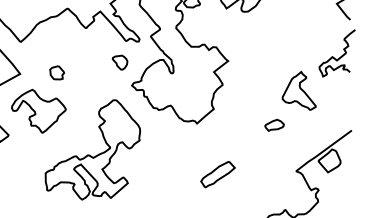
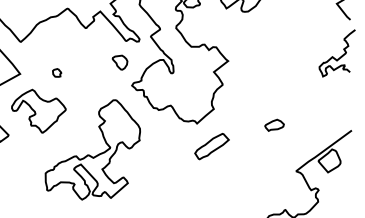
part at (56, 72) size: 16x16 px -> 11x10 px
part at (298, 90): present -> none
part at (217, 174) position: (217, 174) -> (211, 146)
